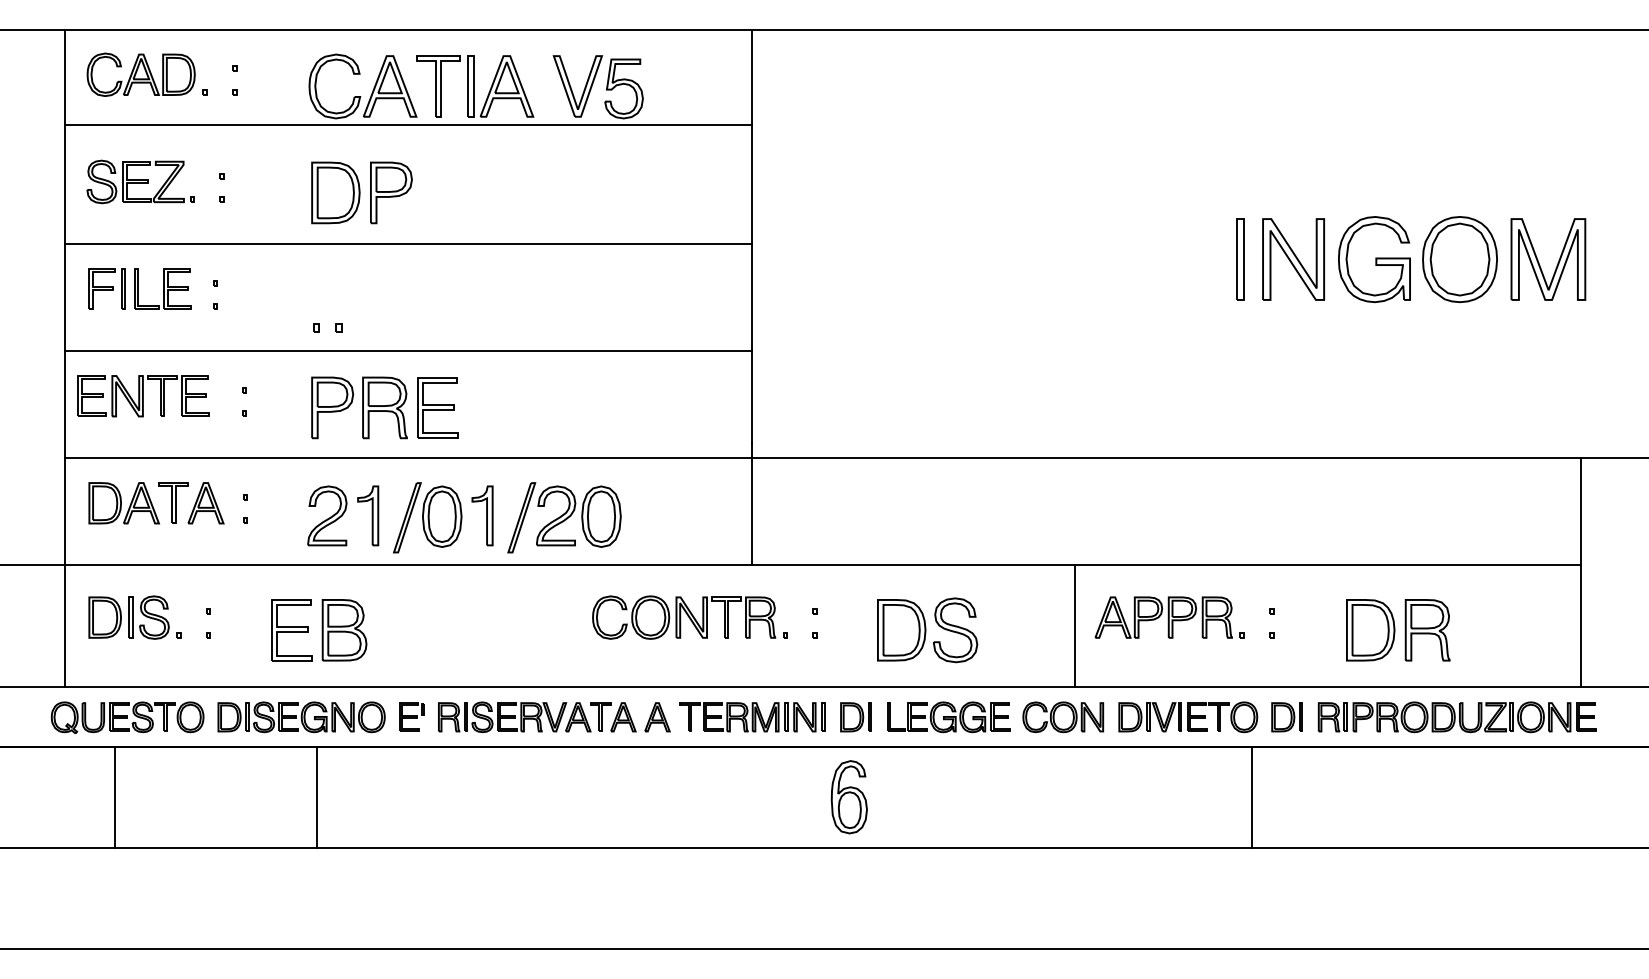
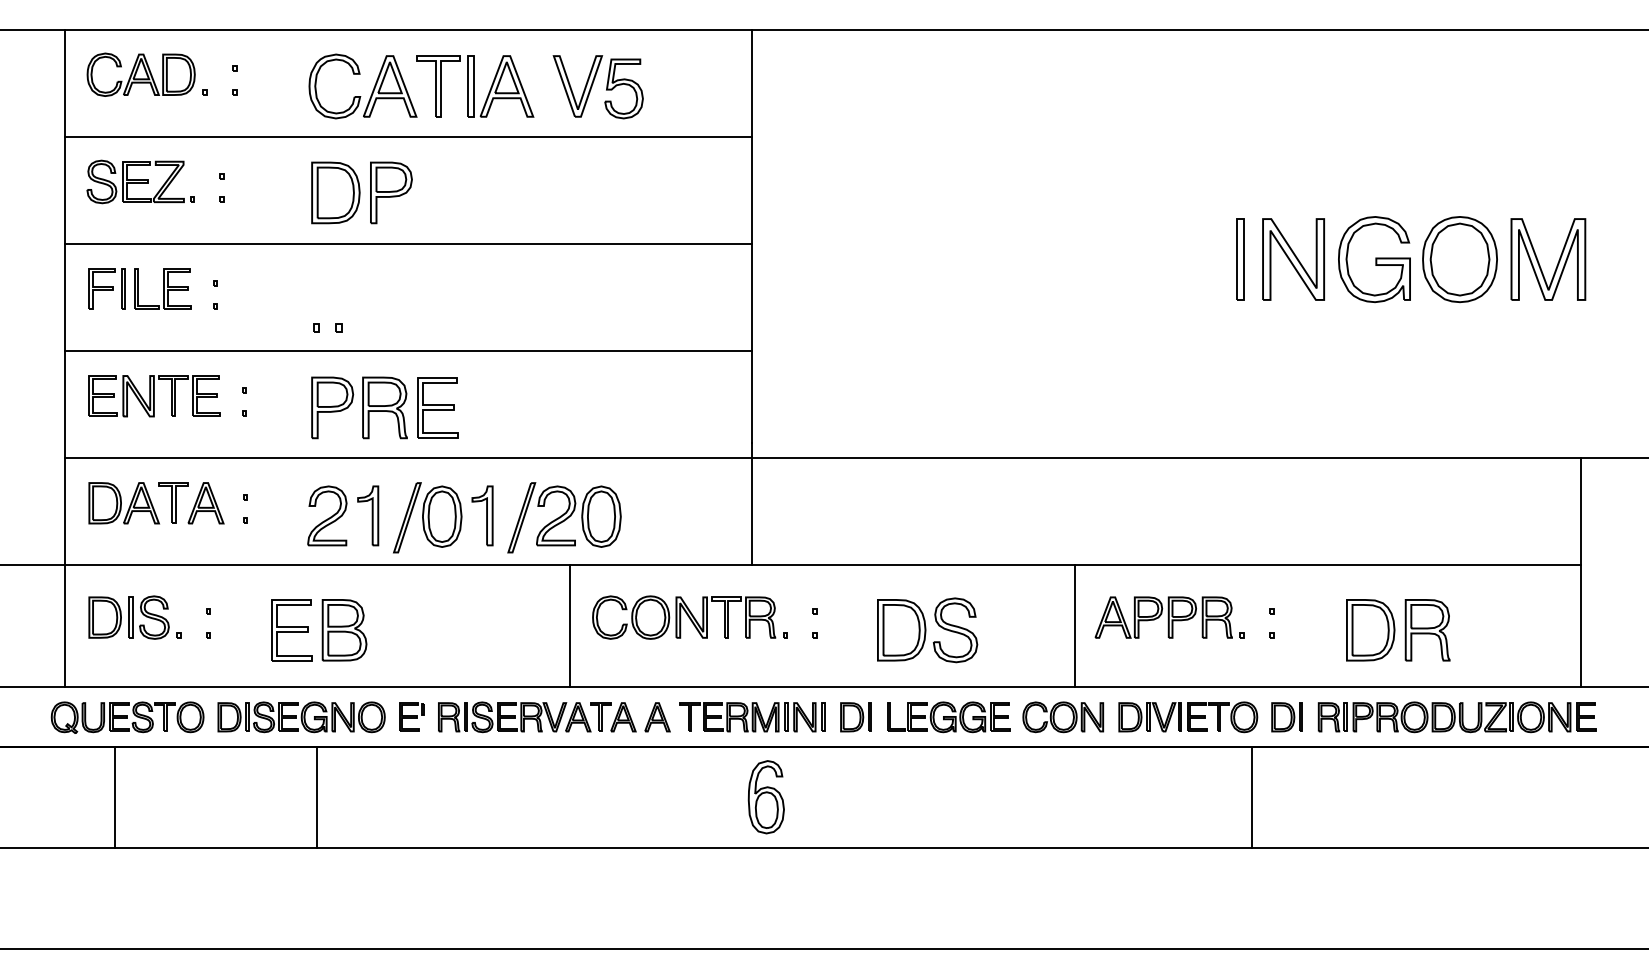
line at (408, 124) position: (408, 124) -> (408, 136)
part at (143, 396) position: (143, 396) -> (154, 396)
line at (570, 625): none -> present
part at (848, 797) position: (848, 797) -> (765, 797)
